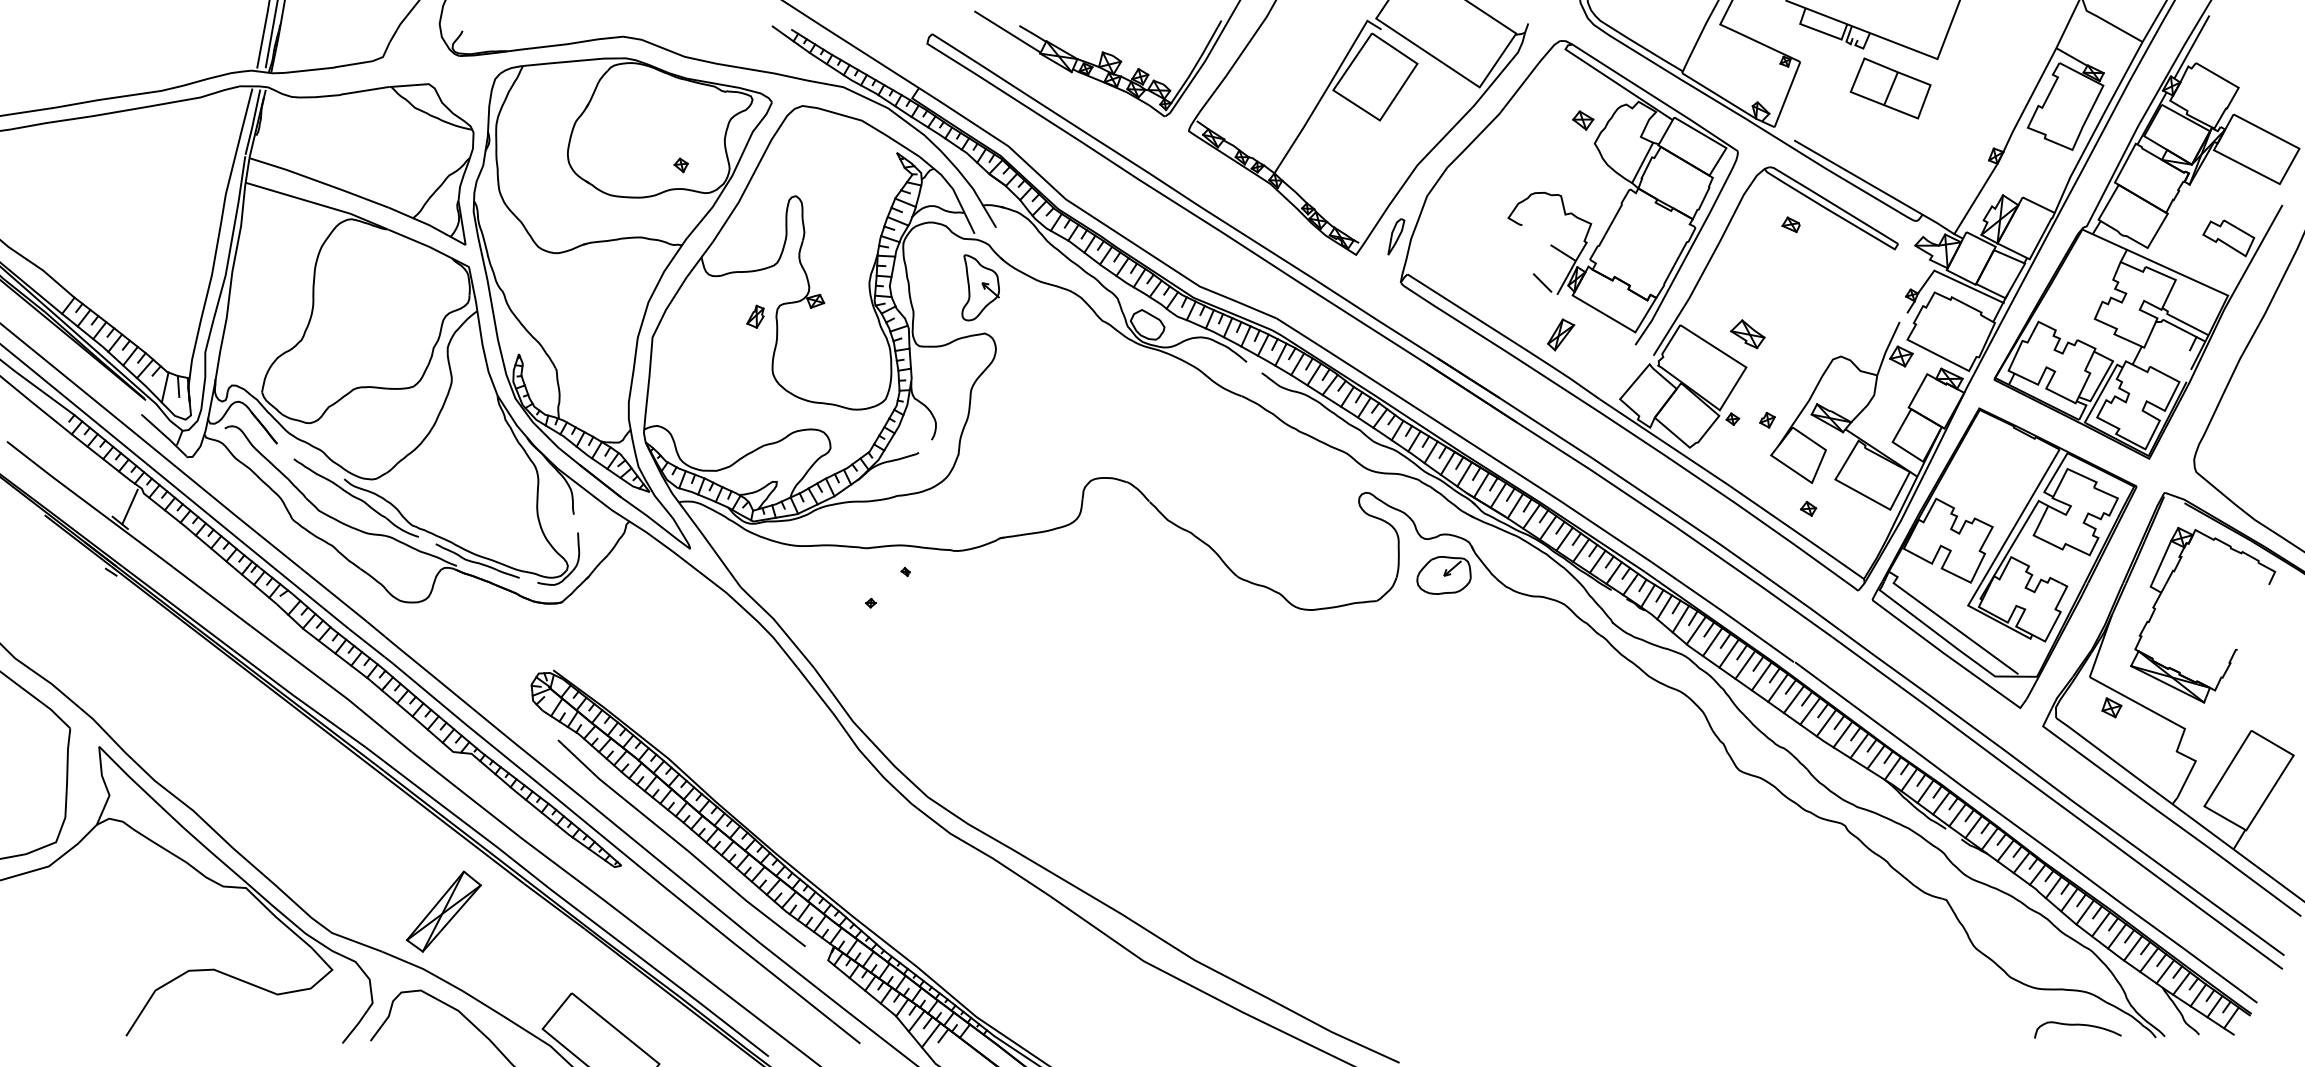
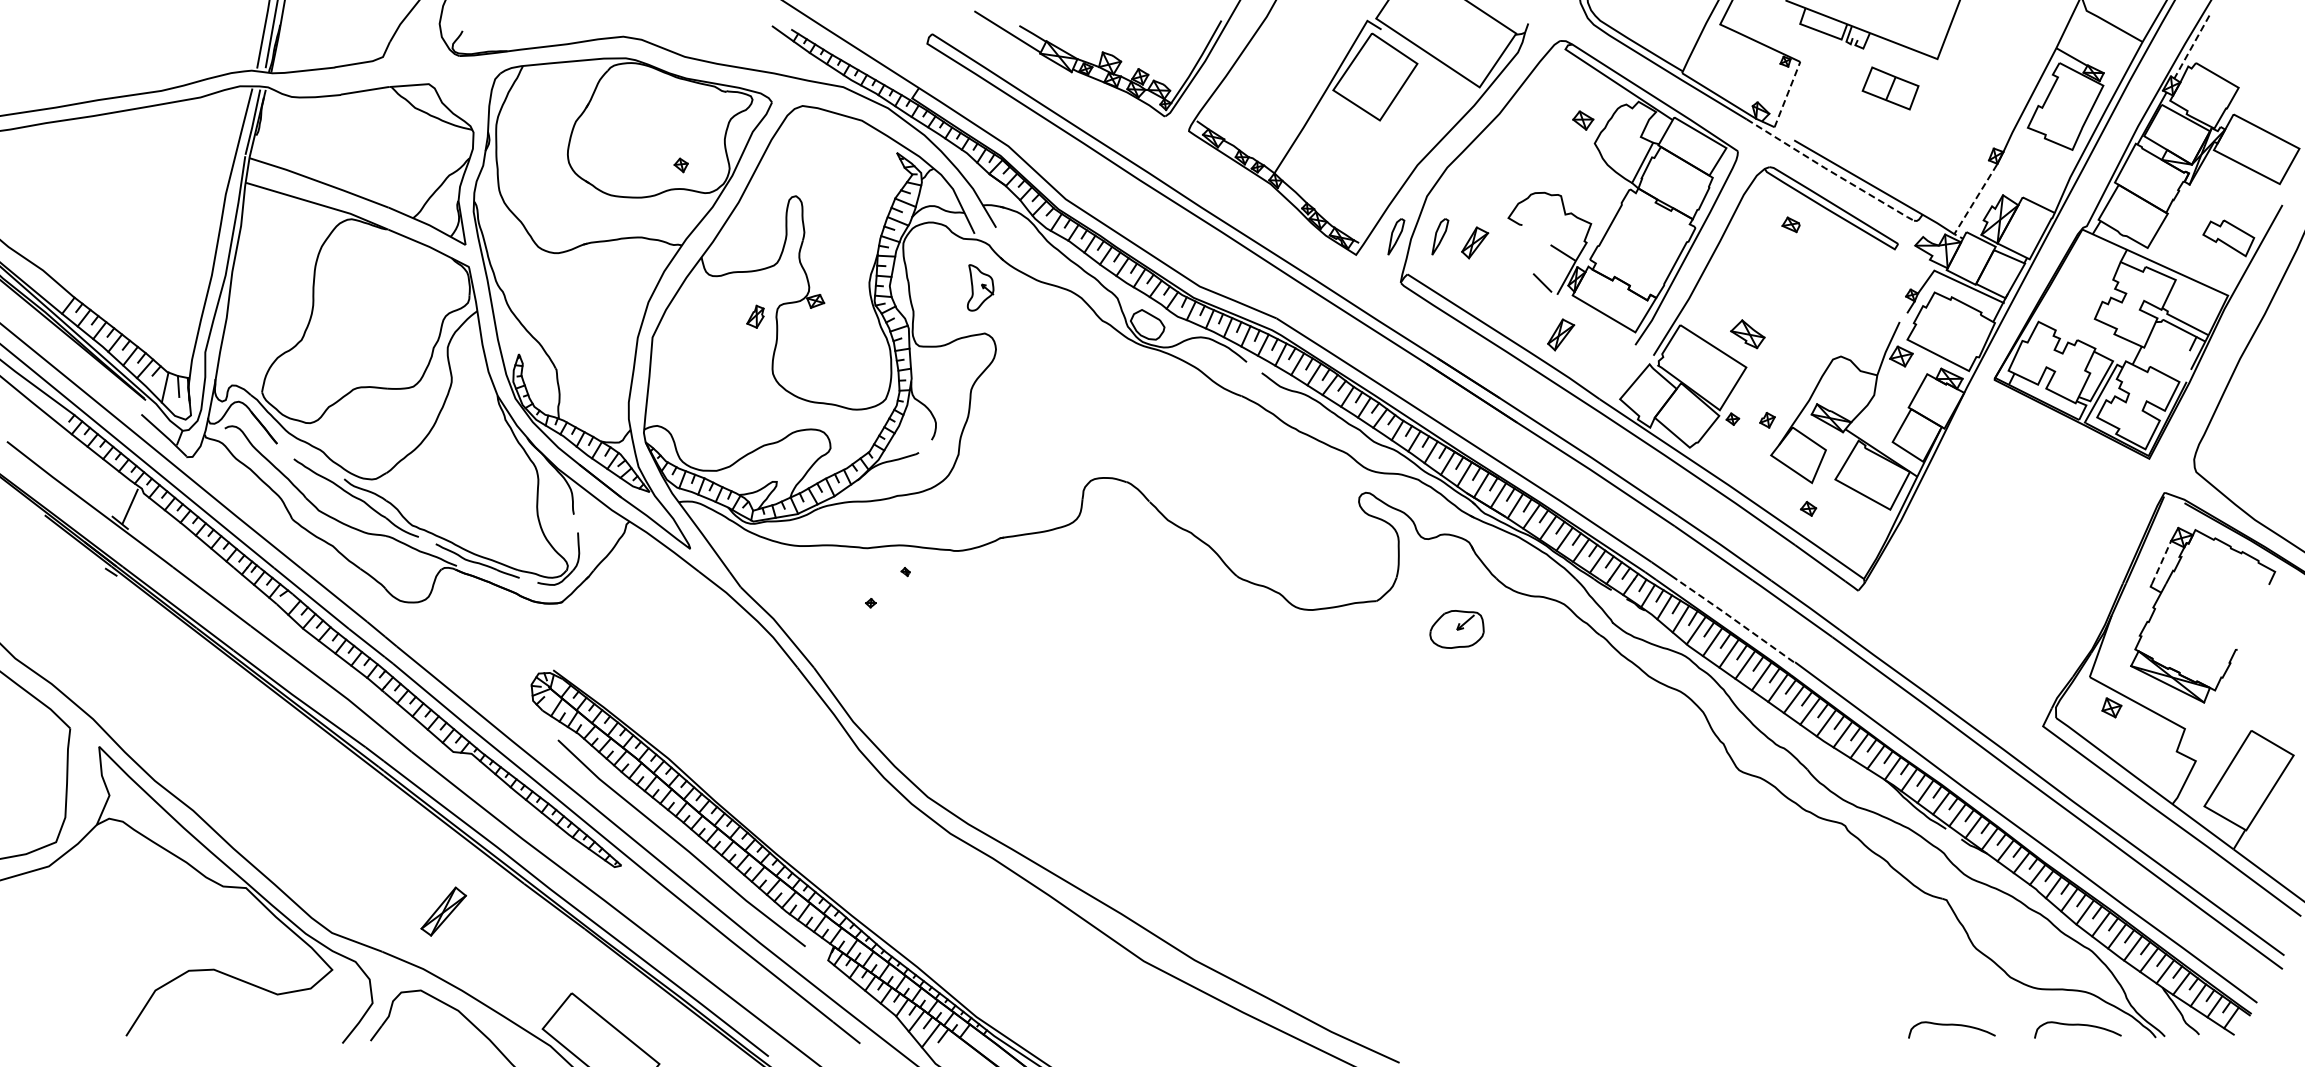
line at (2191, 47): solid -> dashed
part at (1890, 88) size: 83x63 px -> 59x45 px
line at (1787, 94): solid -> dashed
line at (1830, 171): solid -> dashed
line at (1972, 204): solid -> dashed
part at (1440, 236): none -> present
part at (1475, 242): none -> present
part at (980, 287) size: 39x68 px -> 28x48 px
part at (2004, 558): present -> none
line at (2161, 562): solid -> dashed
part at (1443, 575) position: (1443, 575) -> (1456, 629)
line at (1735, 620): solid -> dashed
part at (443, 911) size: 77x83 px -> 48x51 px
curve at (1951, 1025): none -> present
